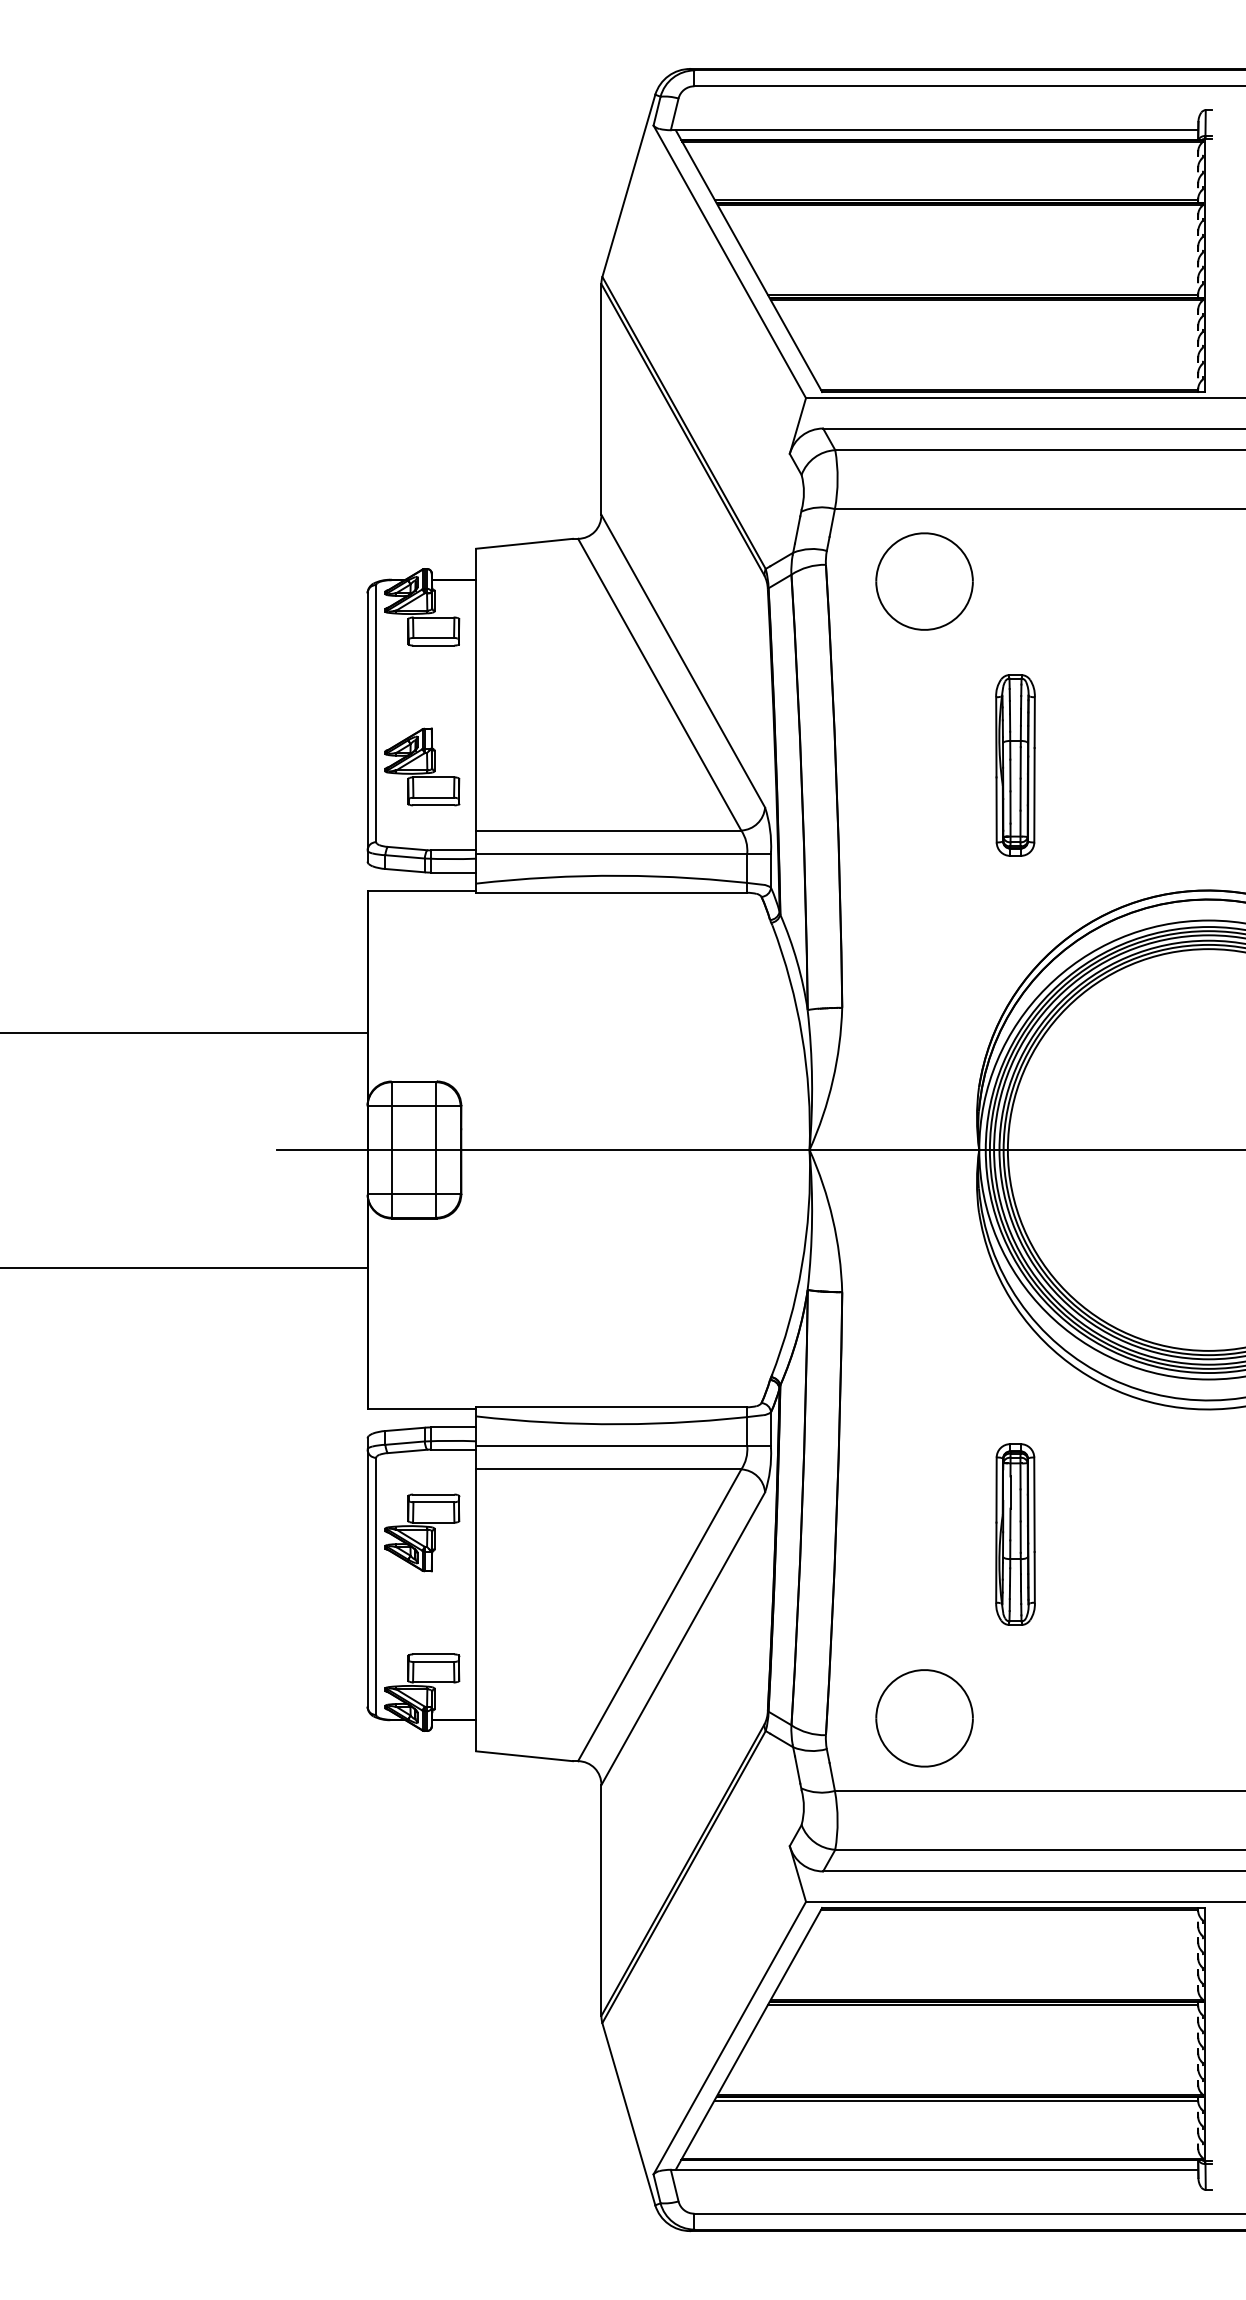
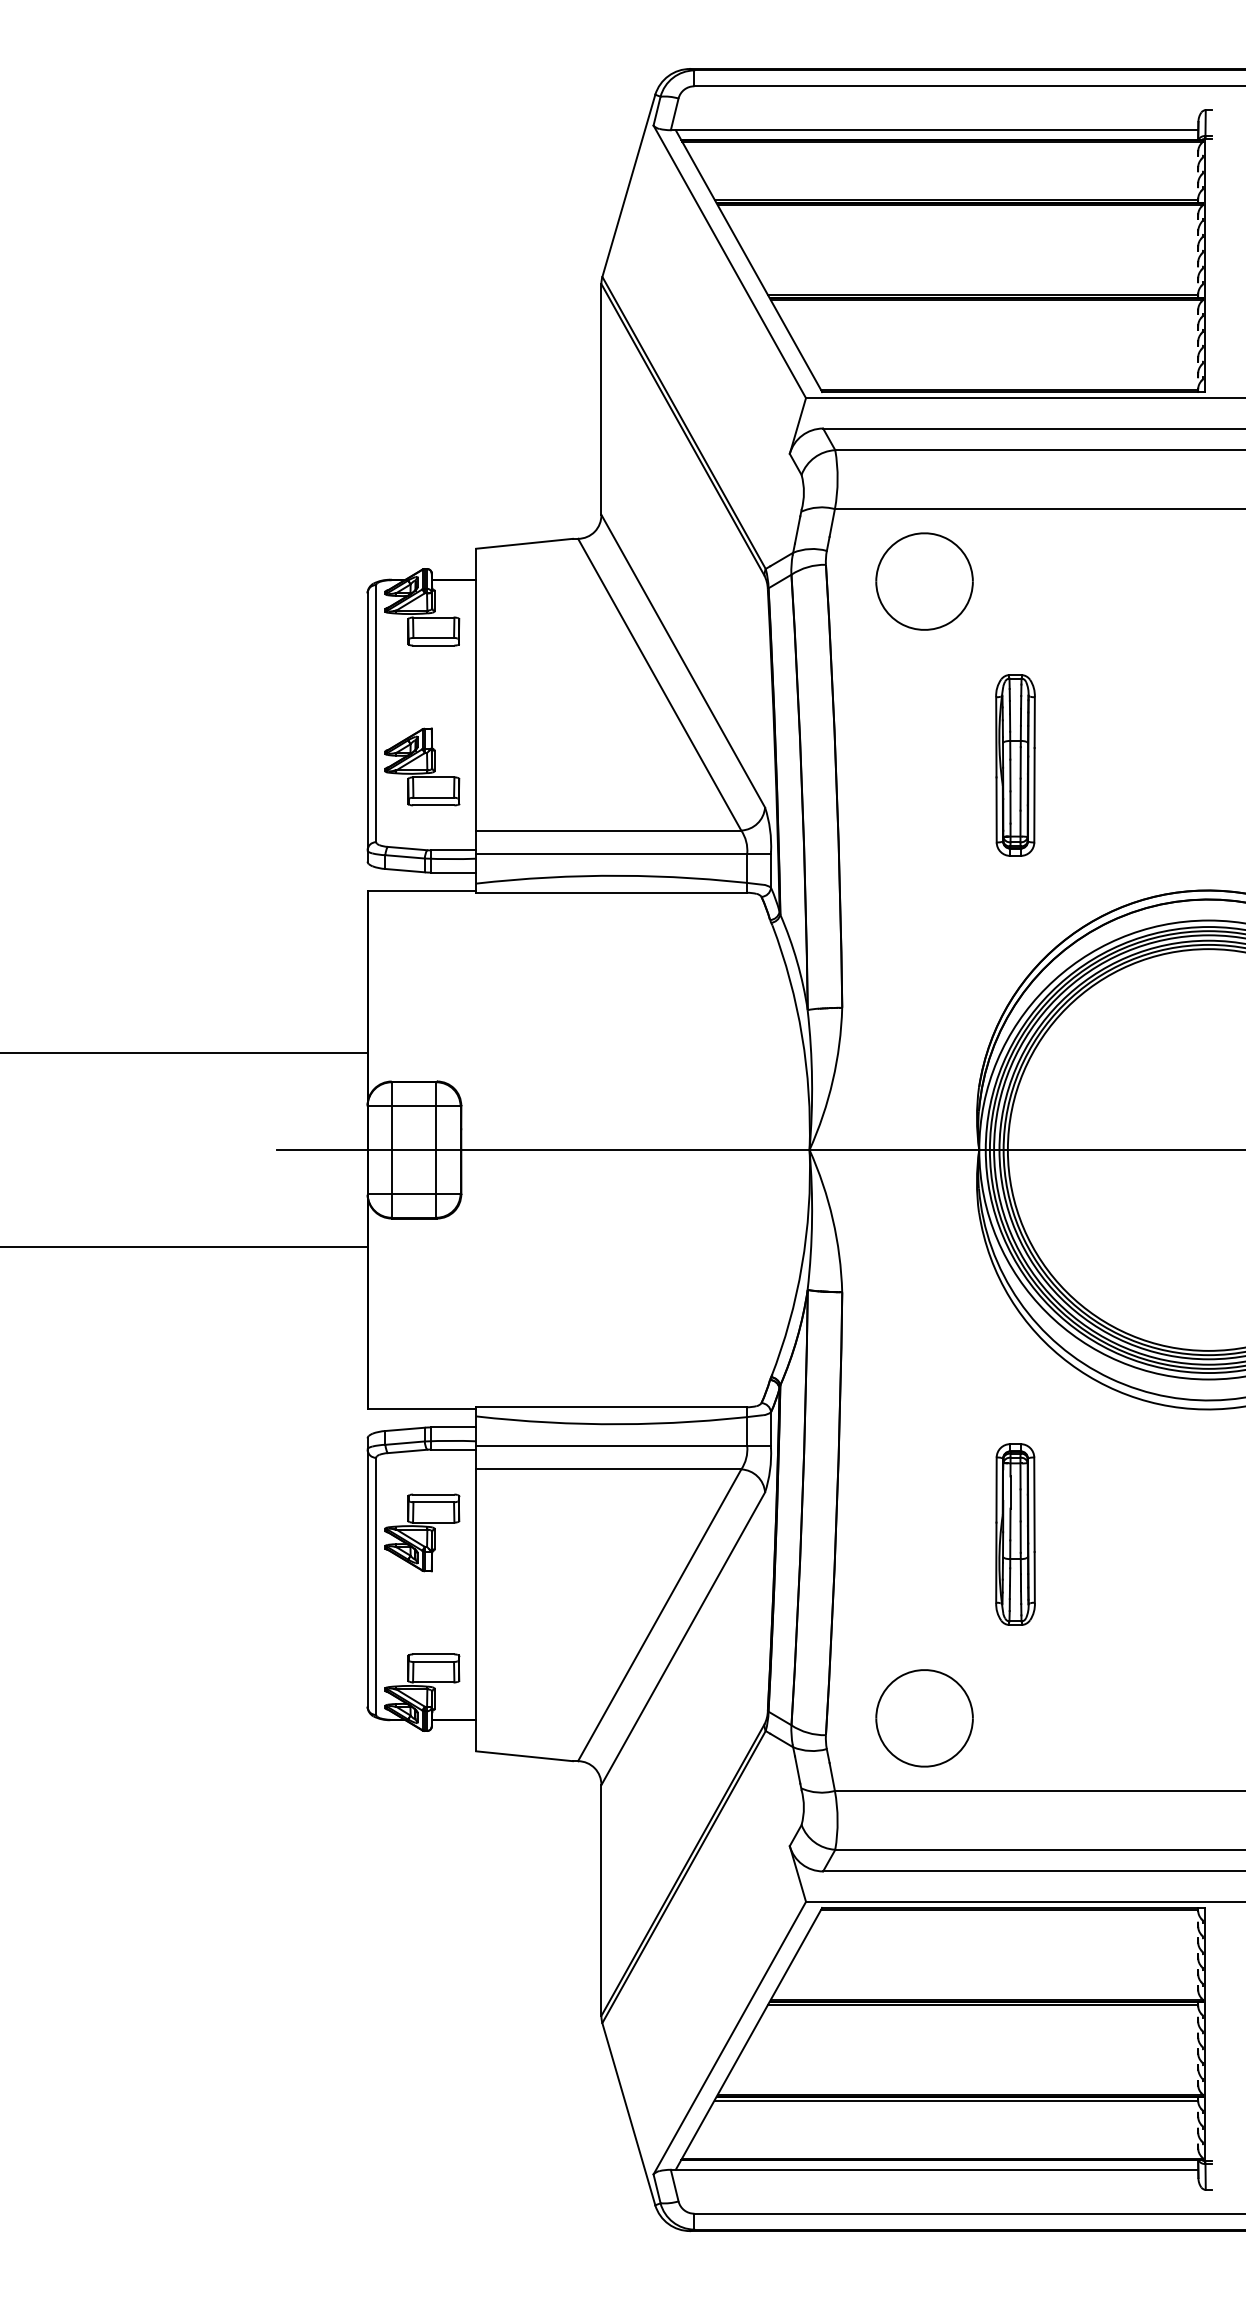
line at (184, 1033) position: (184, 1033) -> (184, 1053)
line at (184, 1267) position: (184, 1267) -> (184, 1246)
